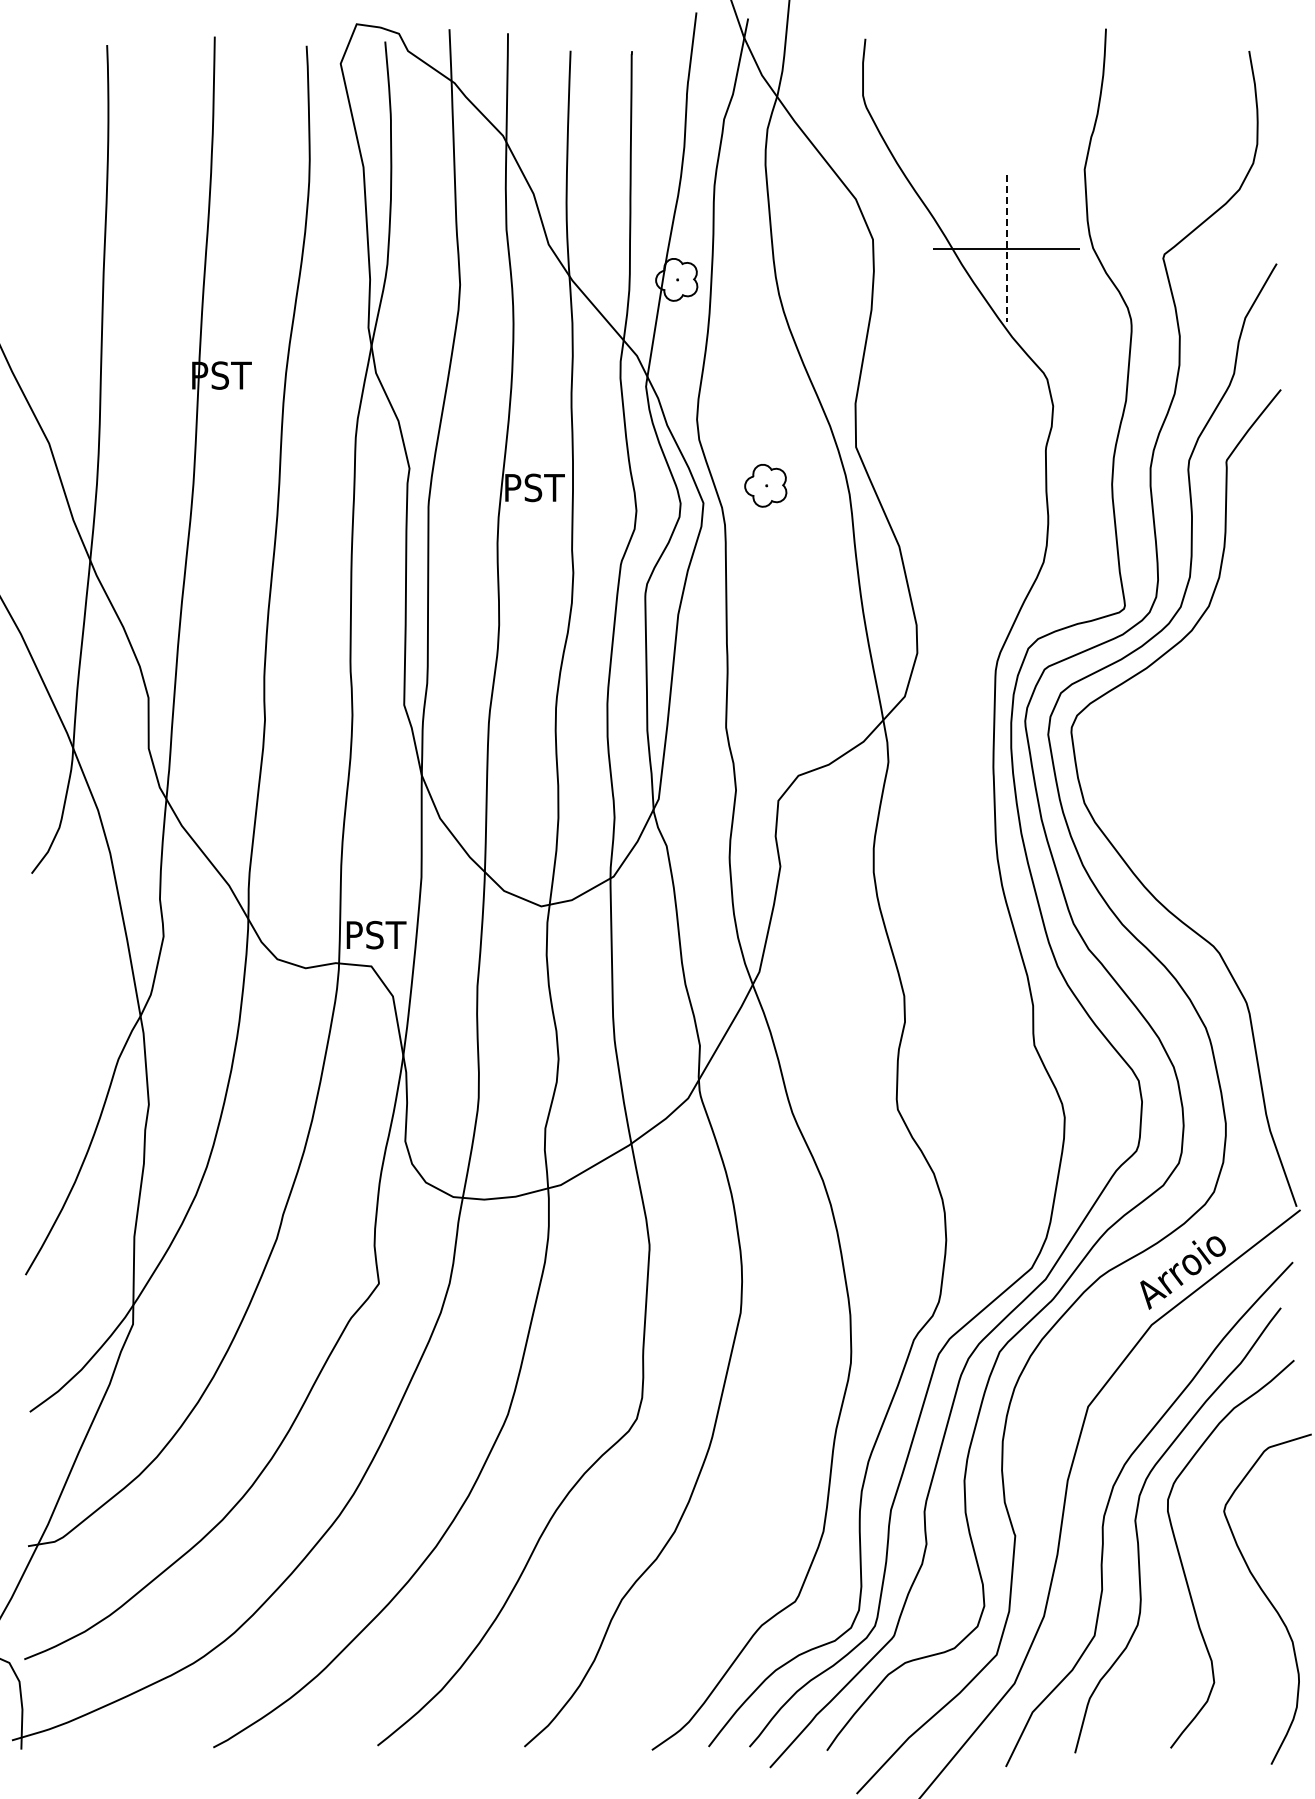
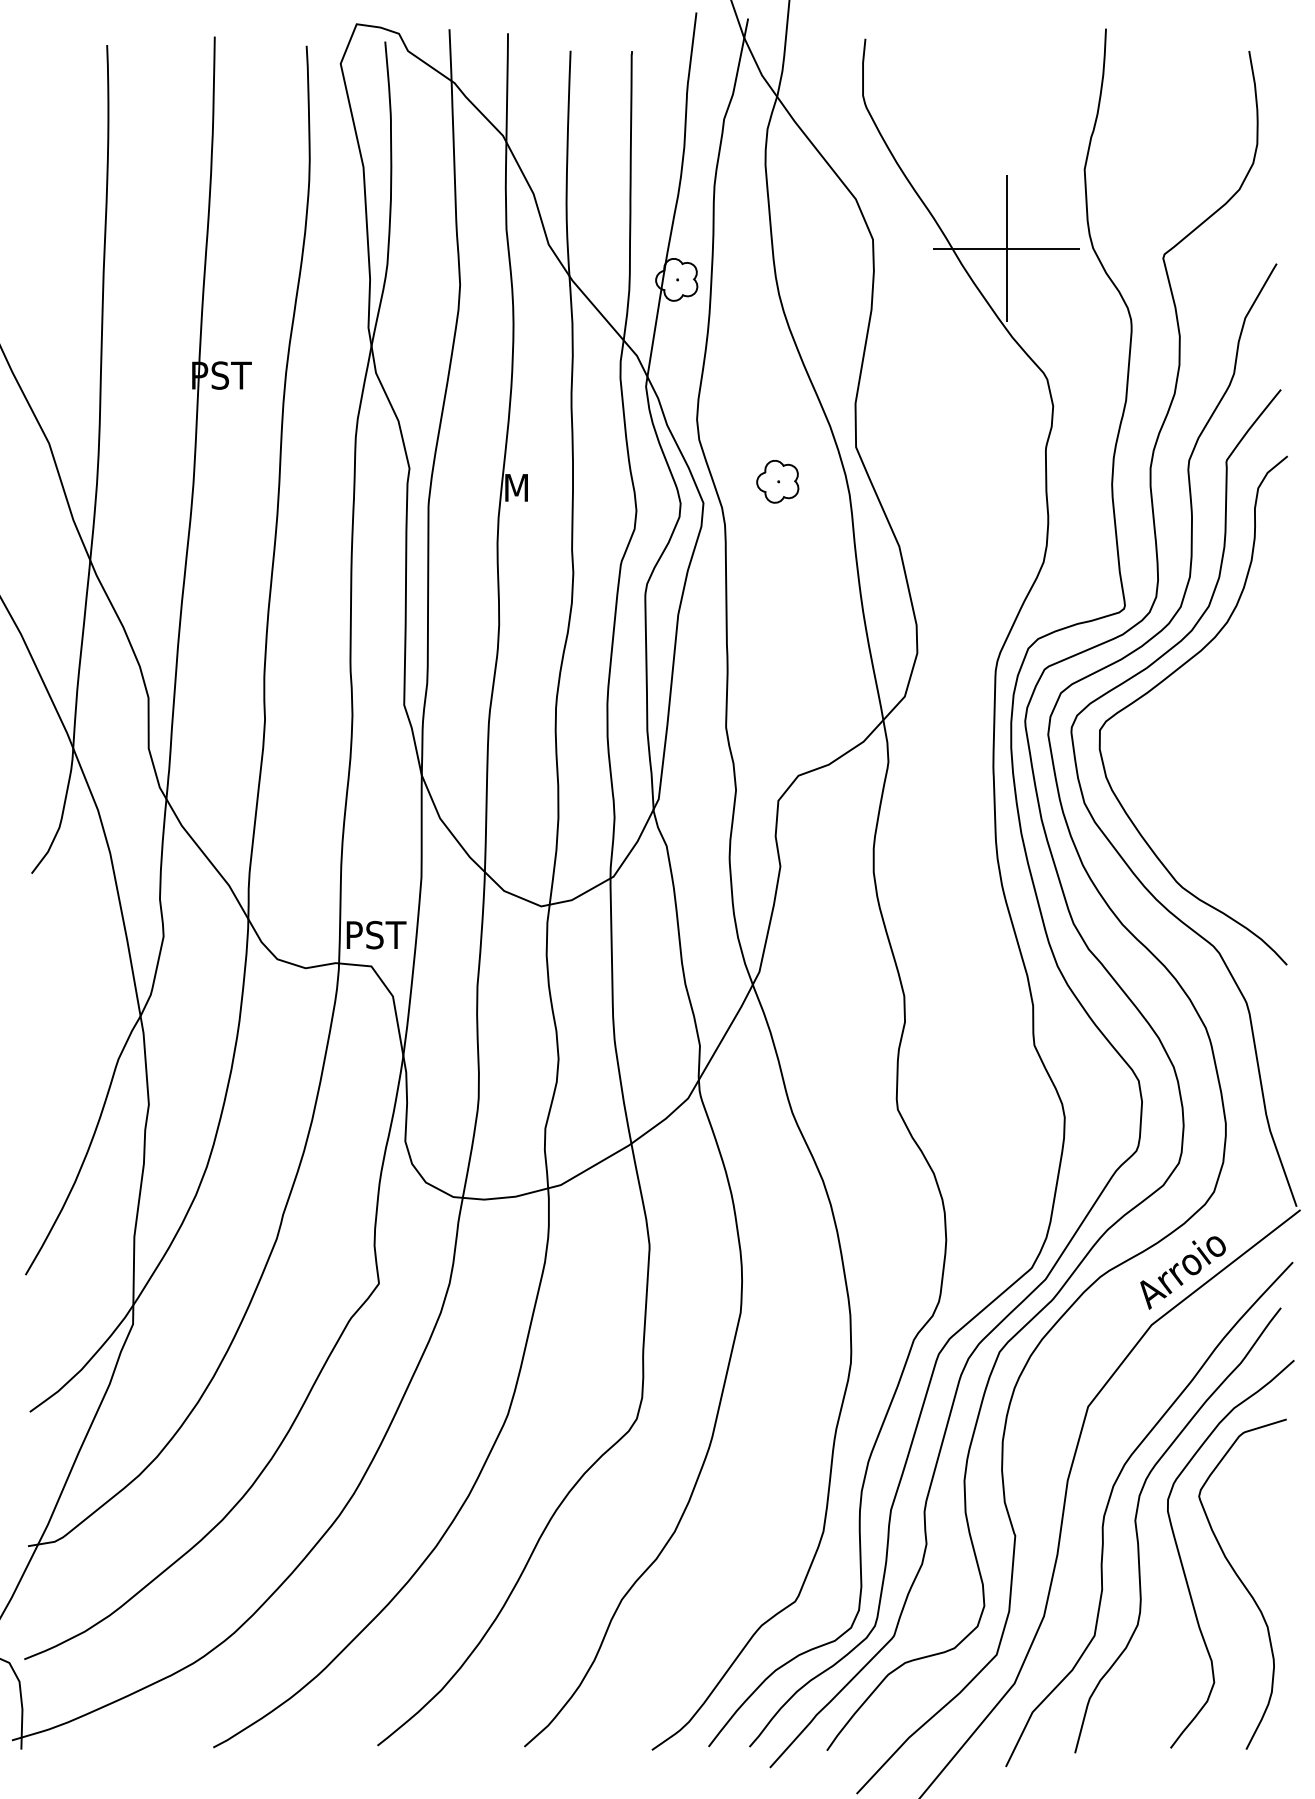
line at (1006, 248): dashed -> solid
part at (765, 485) position: (765, 485) -> (777, 481)
text at (536, 487): PST -> M
curve at (1165, 680): none -> present
curve at (1267, 1598) position: (1267, 1598) -> (1242, 1583)
